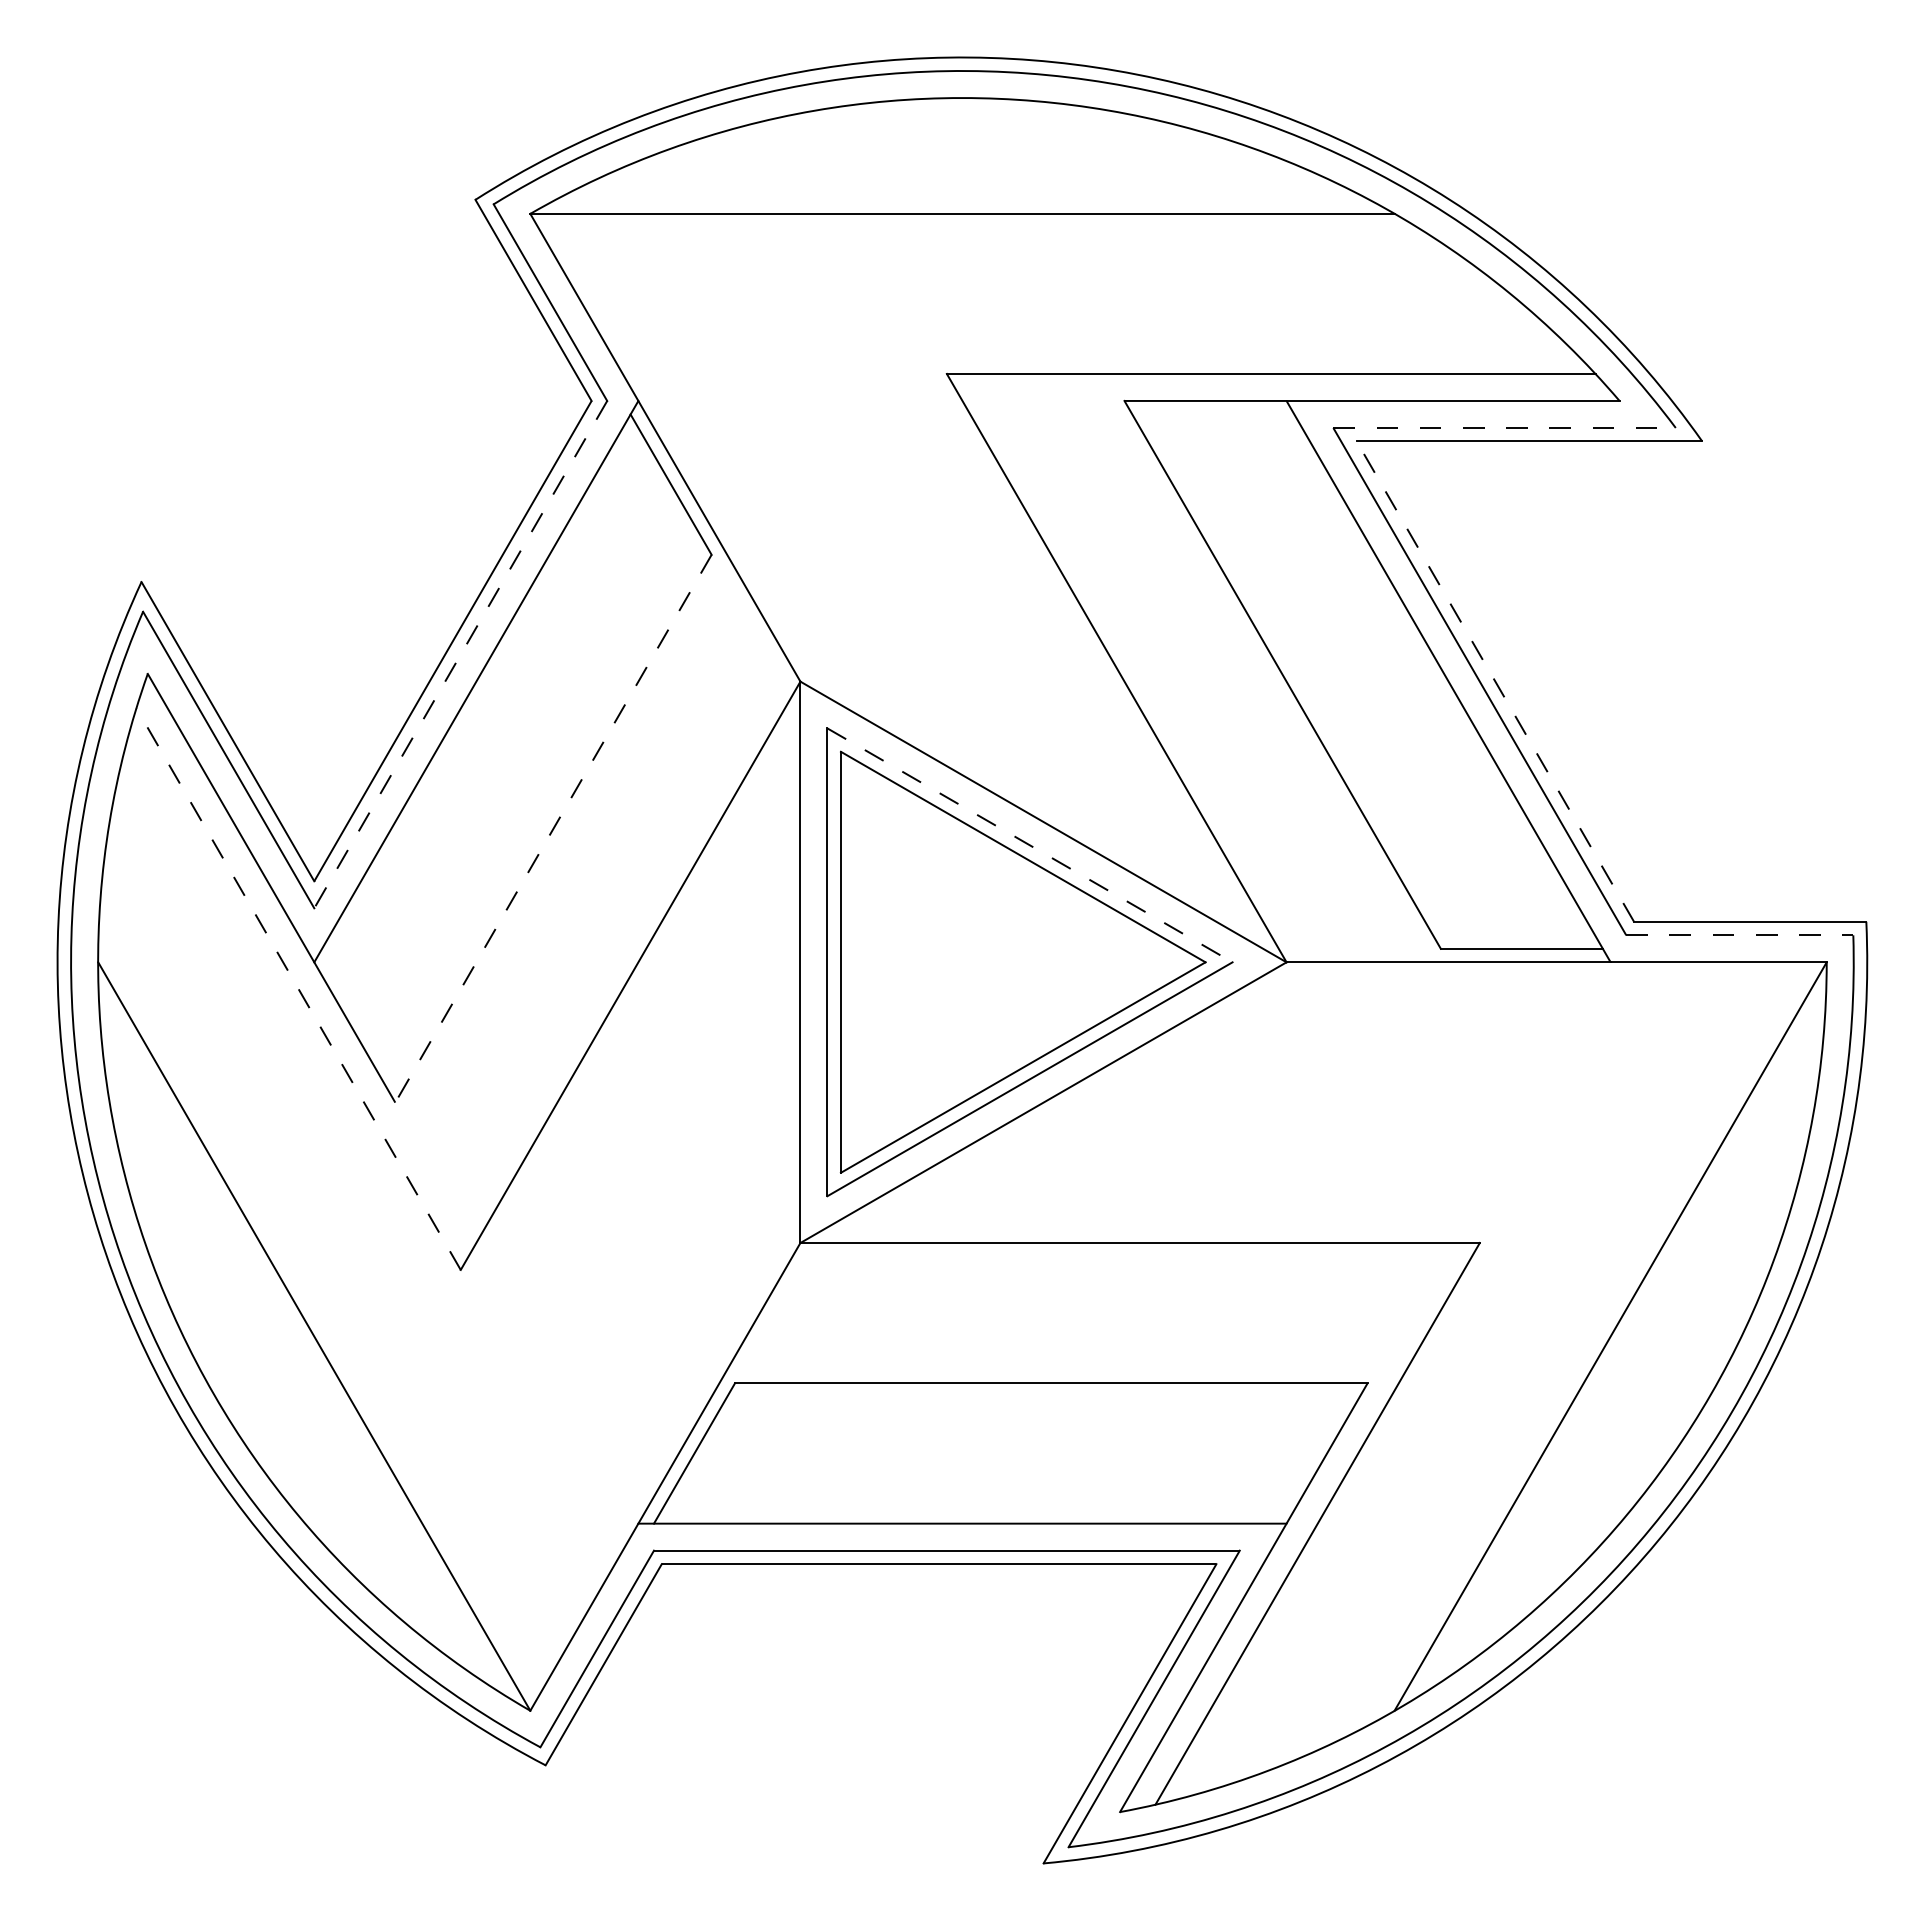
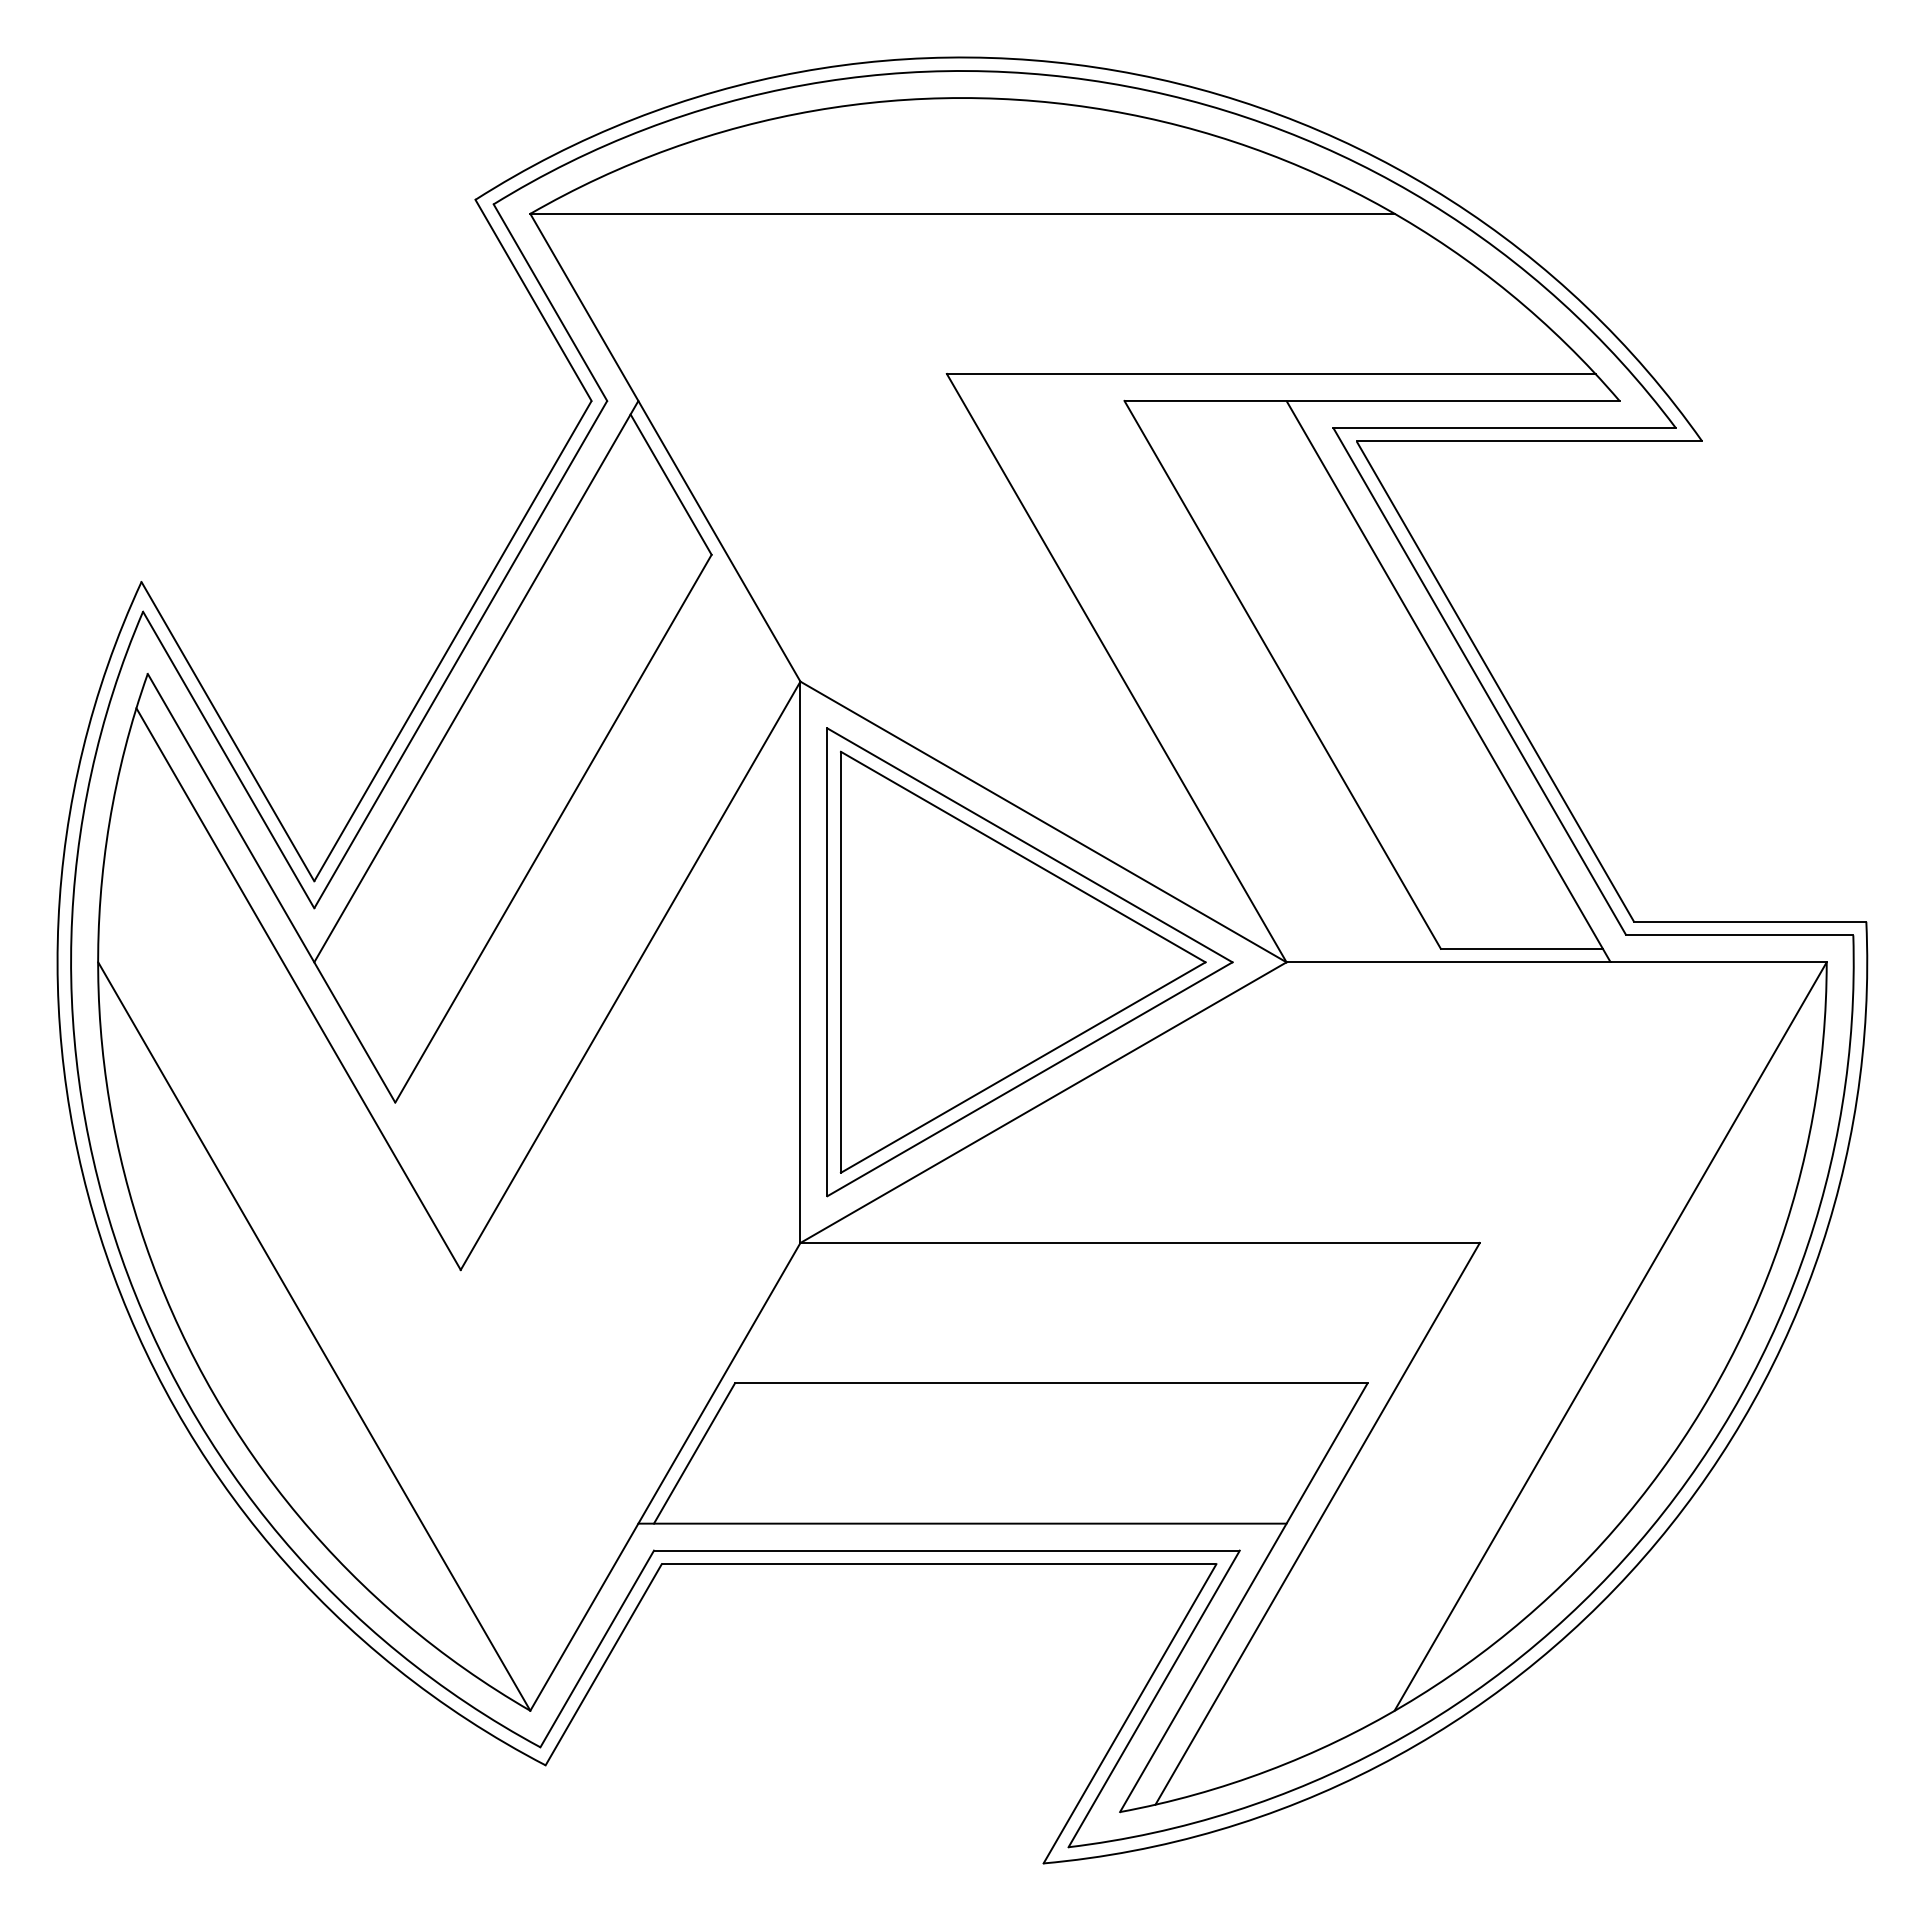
line at (1505, 427): dashed -> solid
line at (460, 654): dashed -> solid
line at (1495, 681): dashed -> solid
line at (553, 829): dashed -> solid
line at (1030, 845): dashed -> solid
line at (1739, 935): dashed -> solid
line at (298, 988): dashed -> solid
